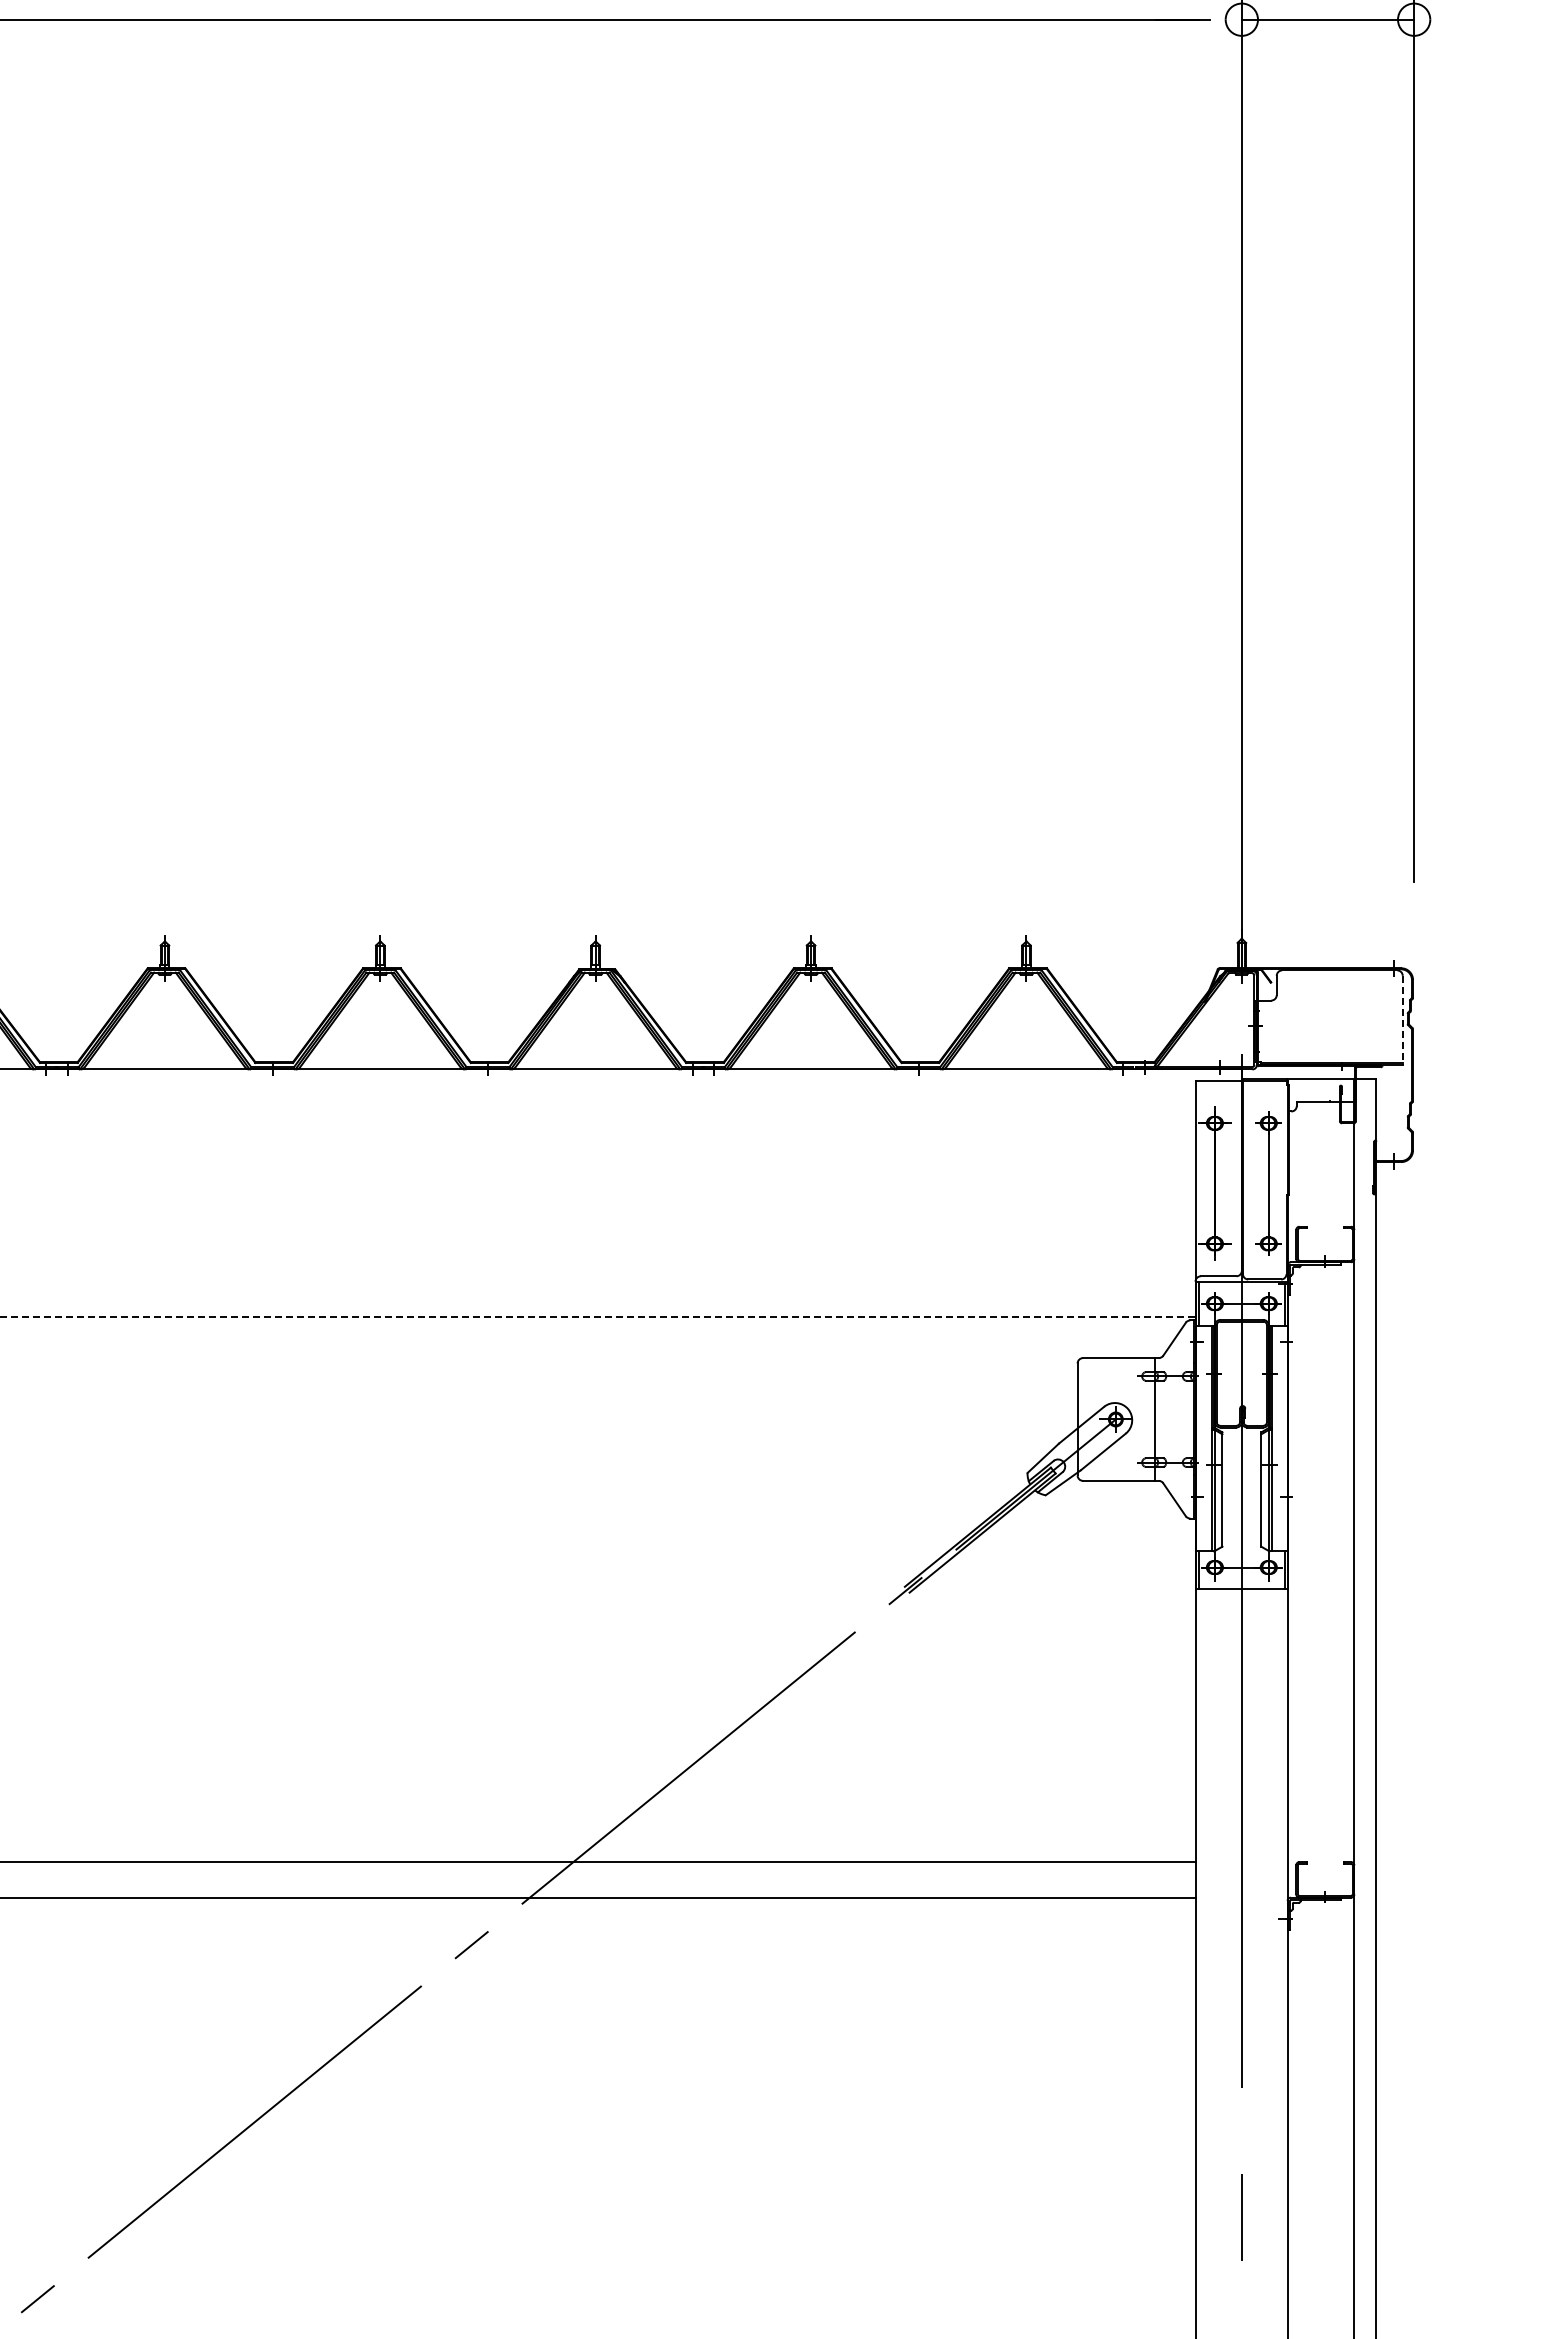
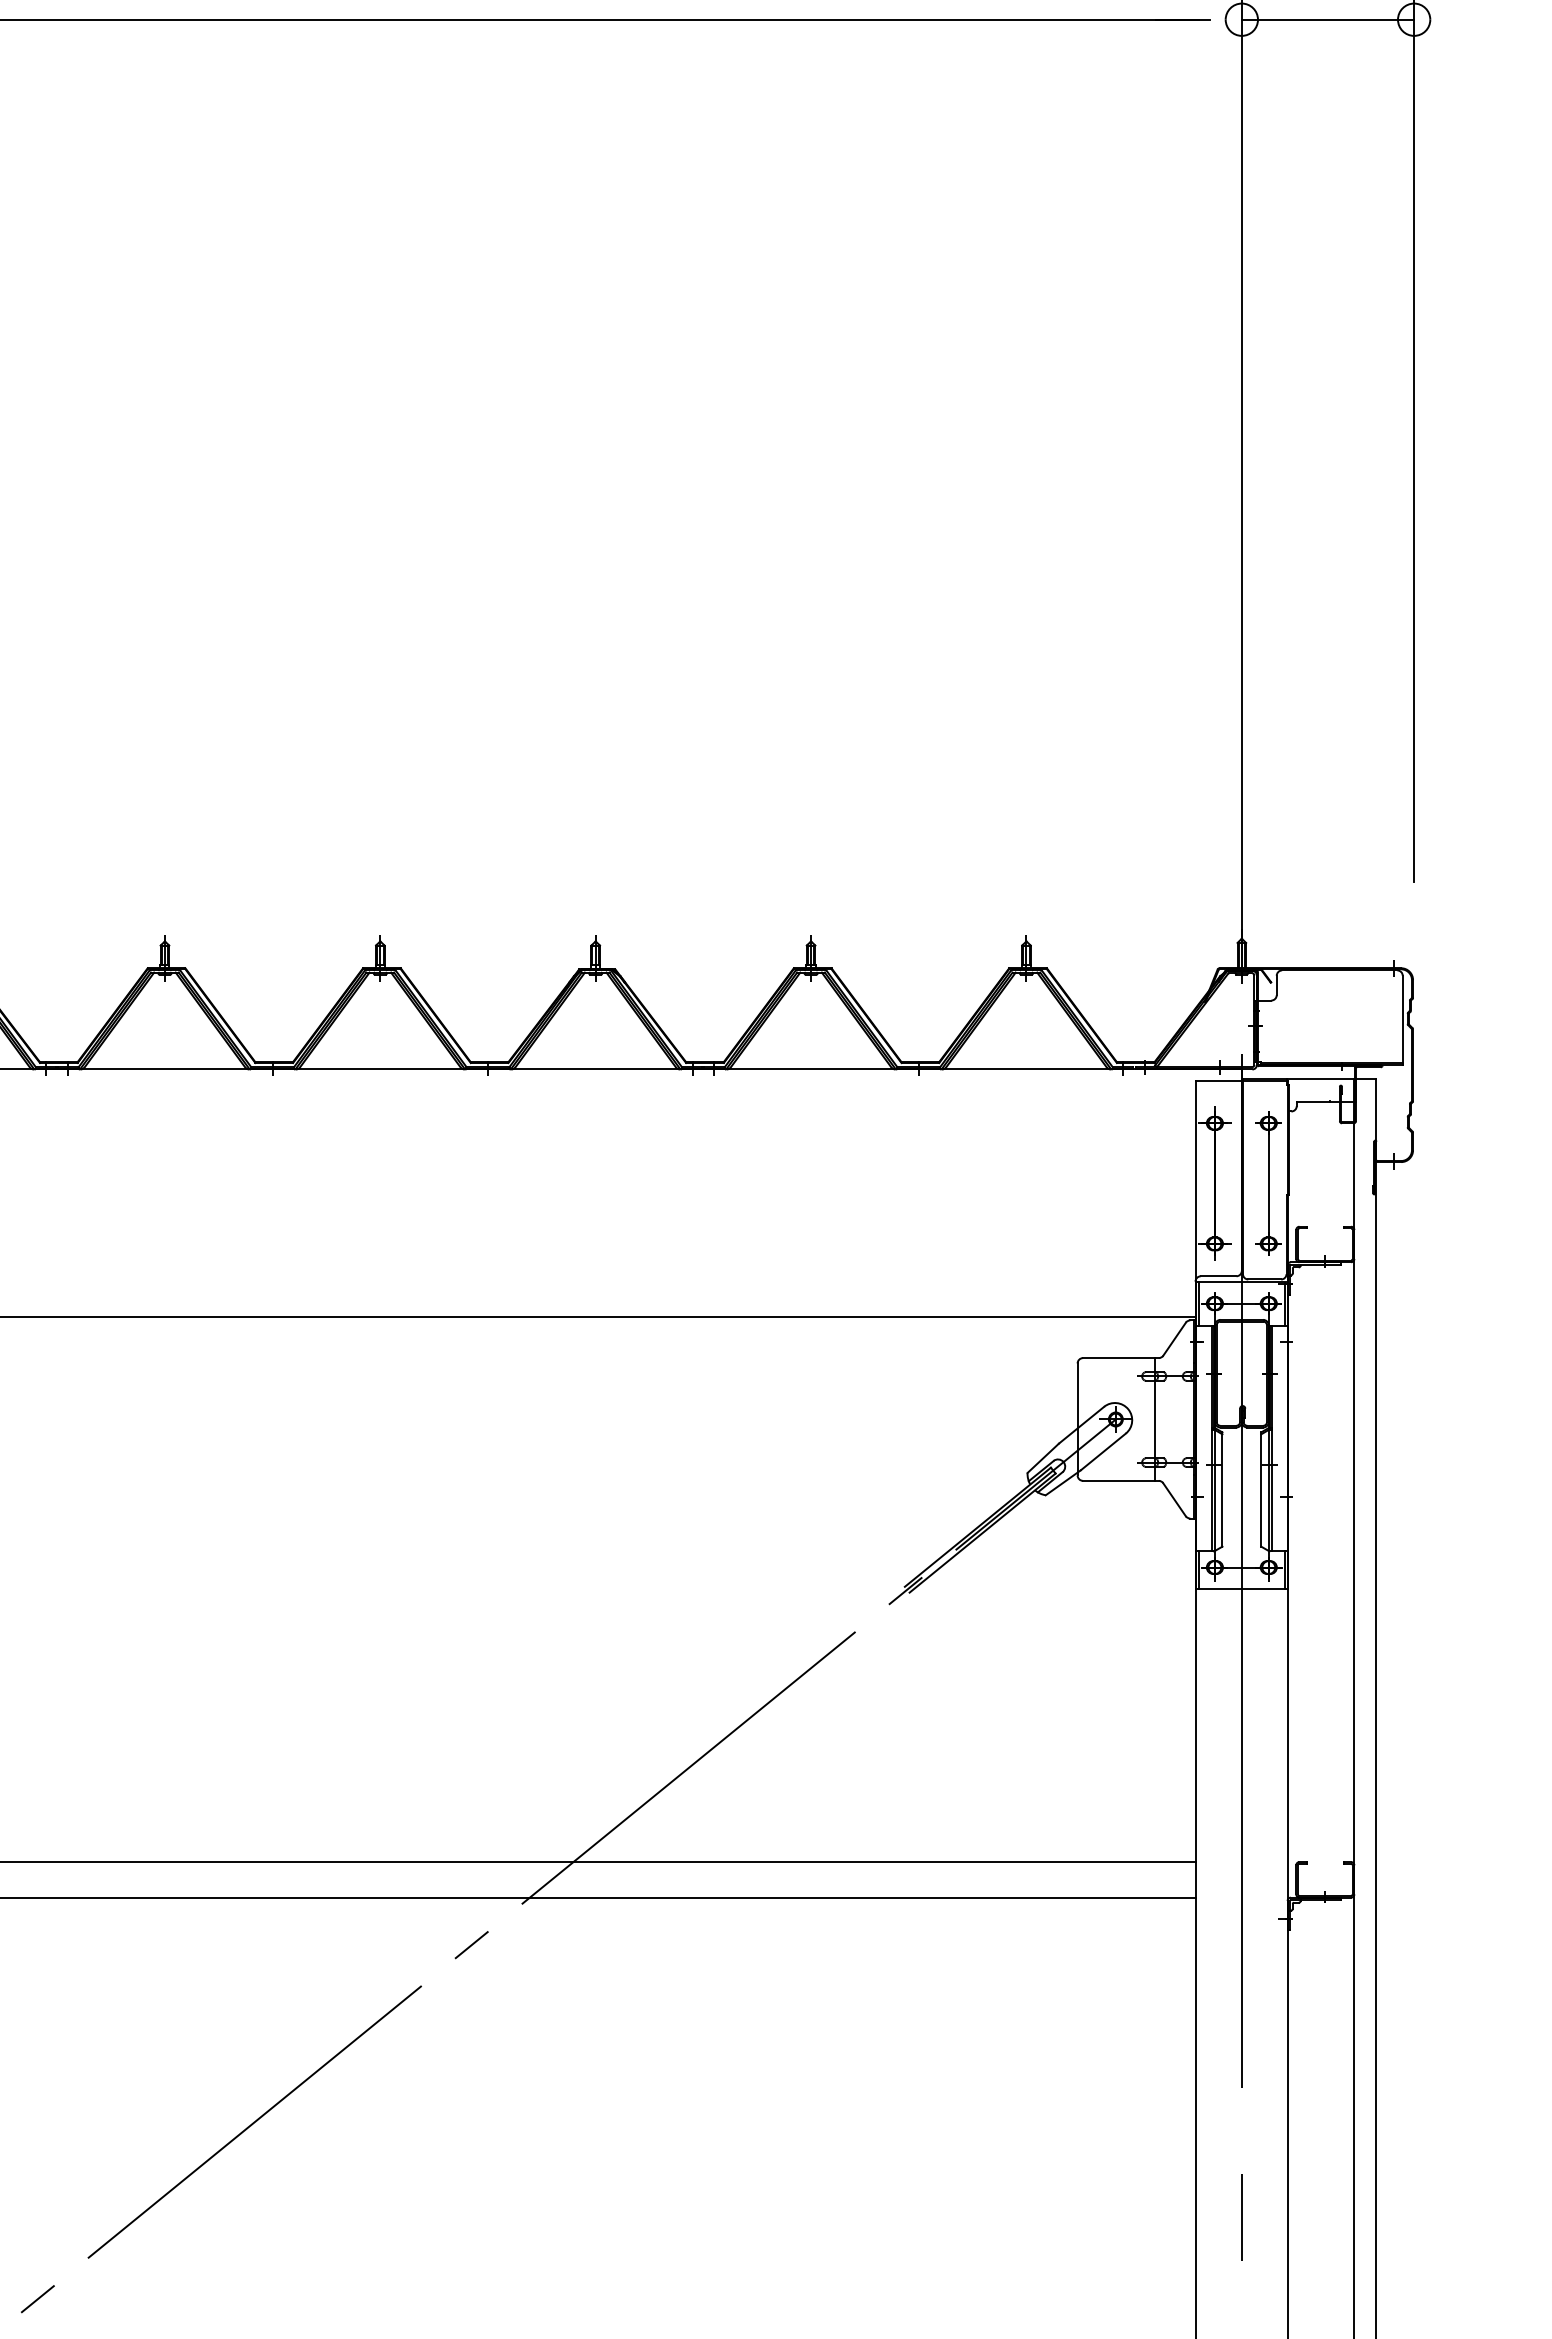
line at (1402, 1020): dashed -> solid
line at (598, 1317): dashed -> solid
